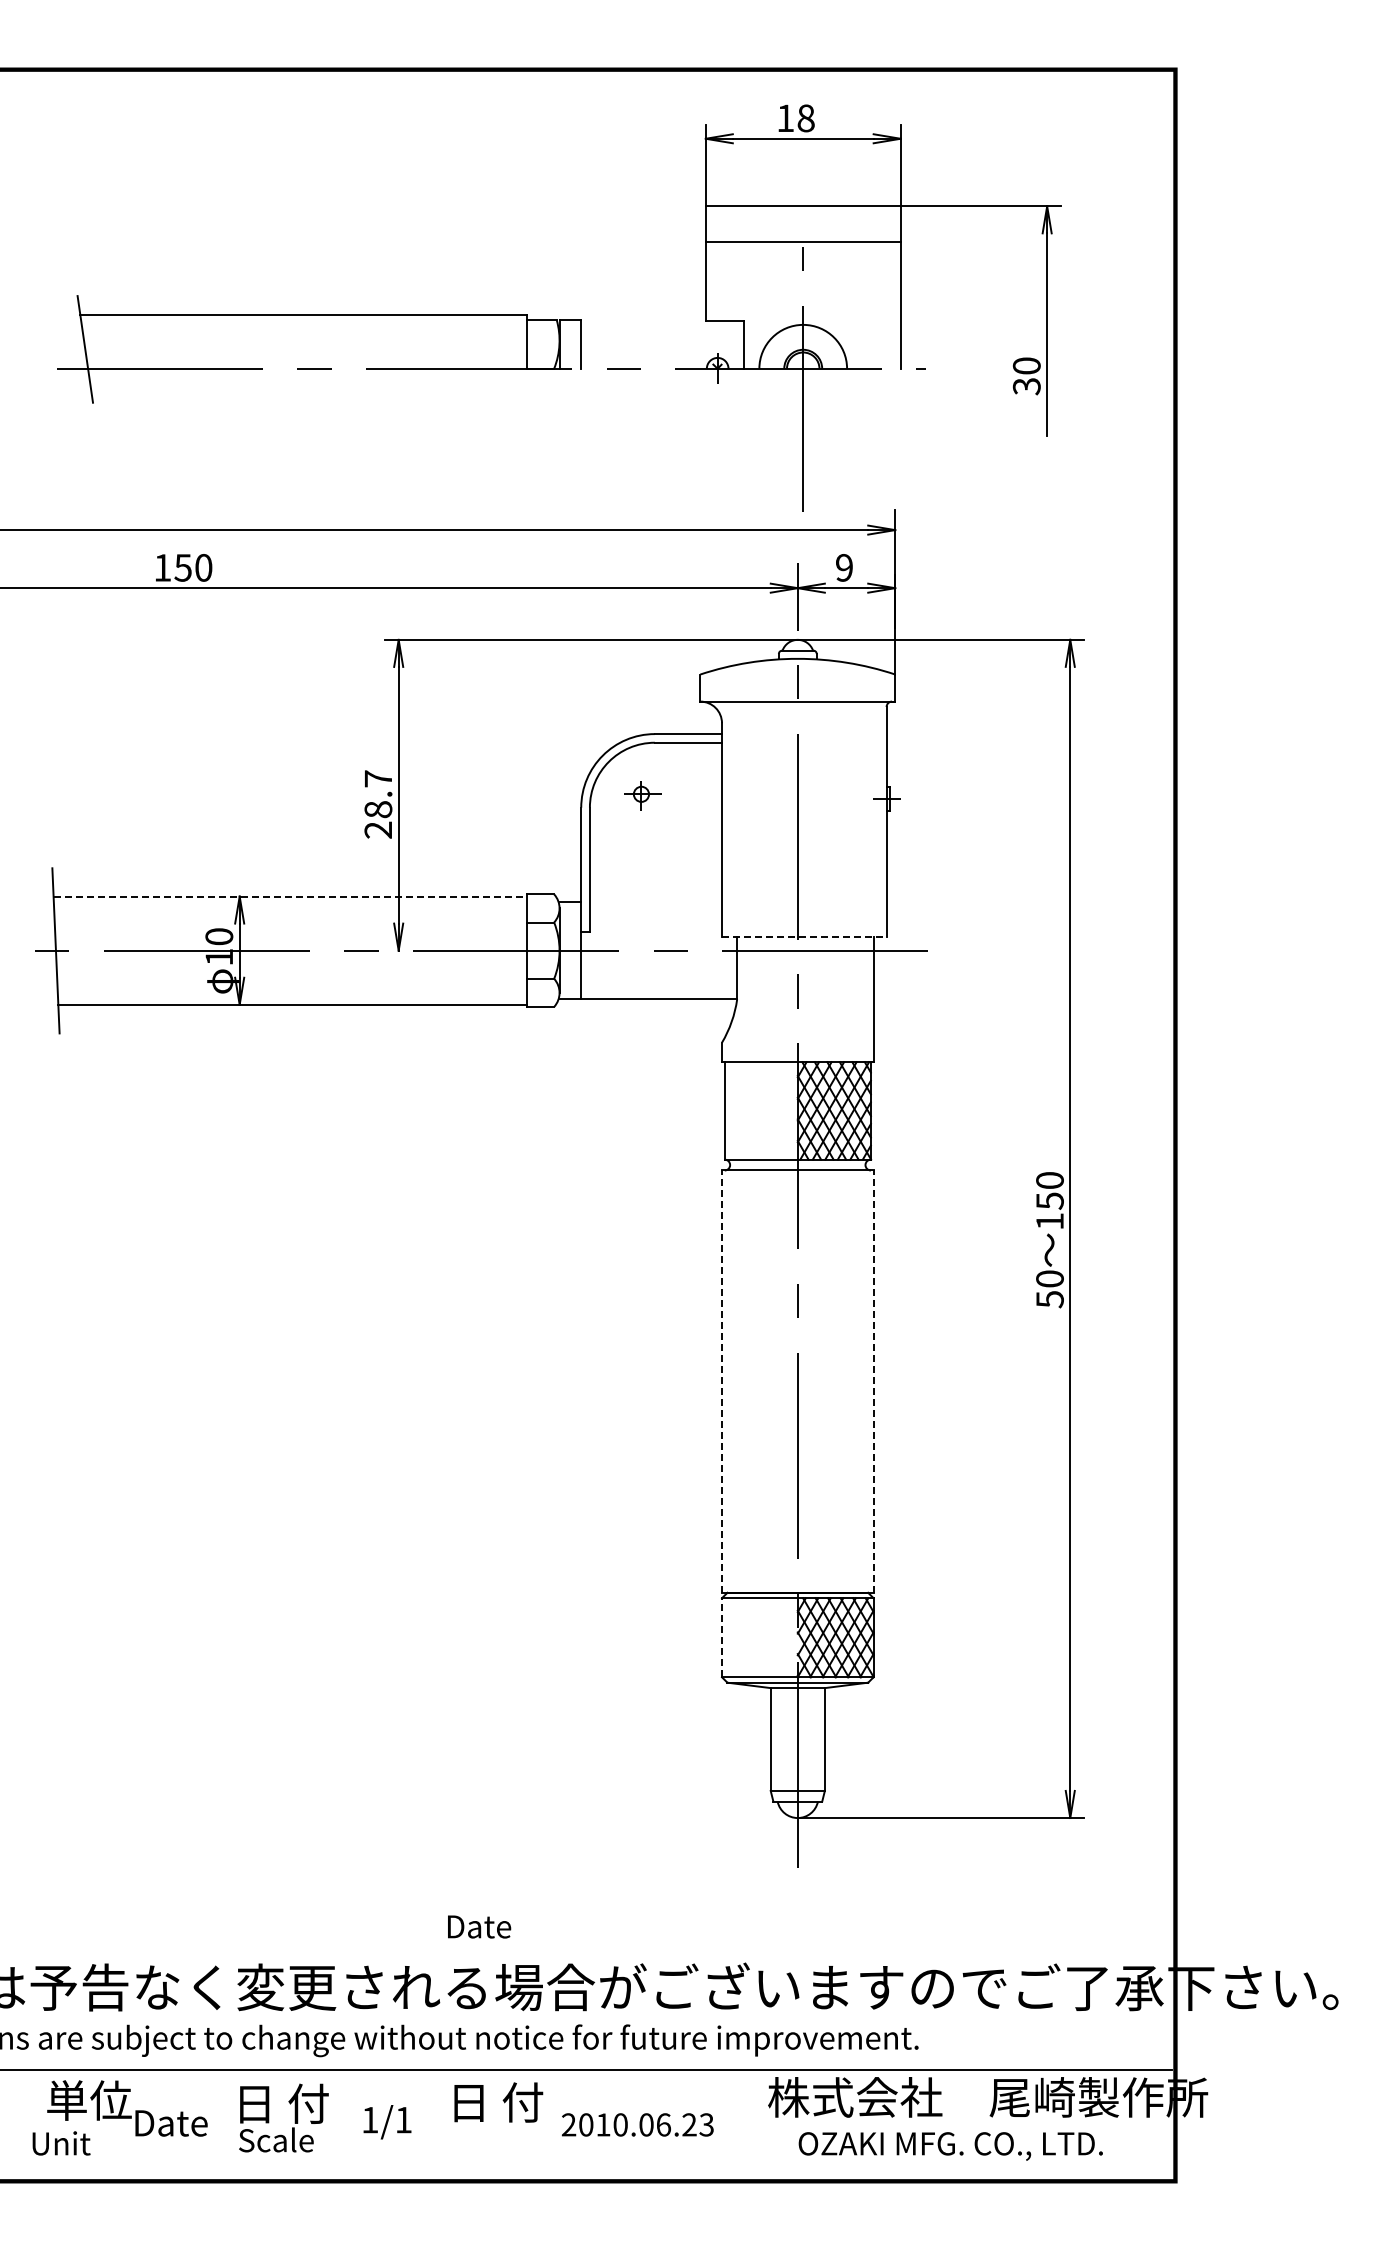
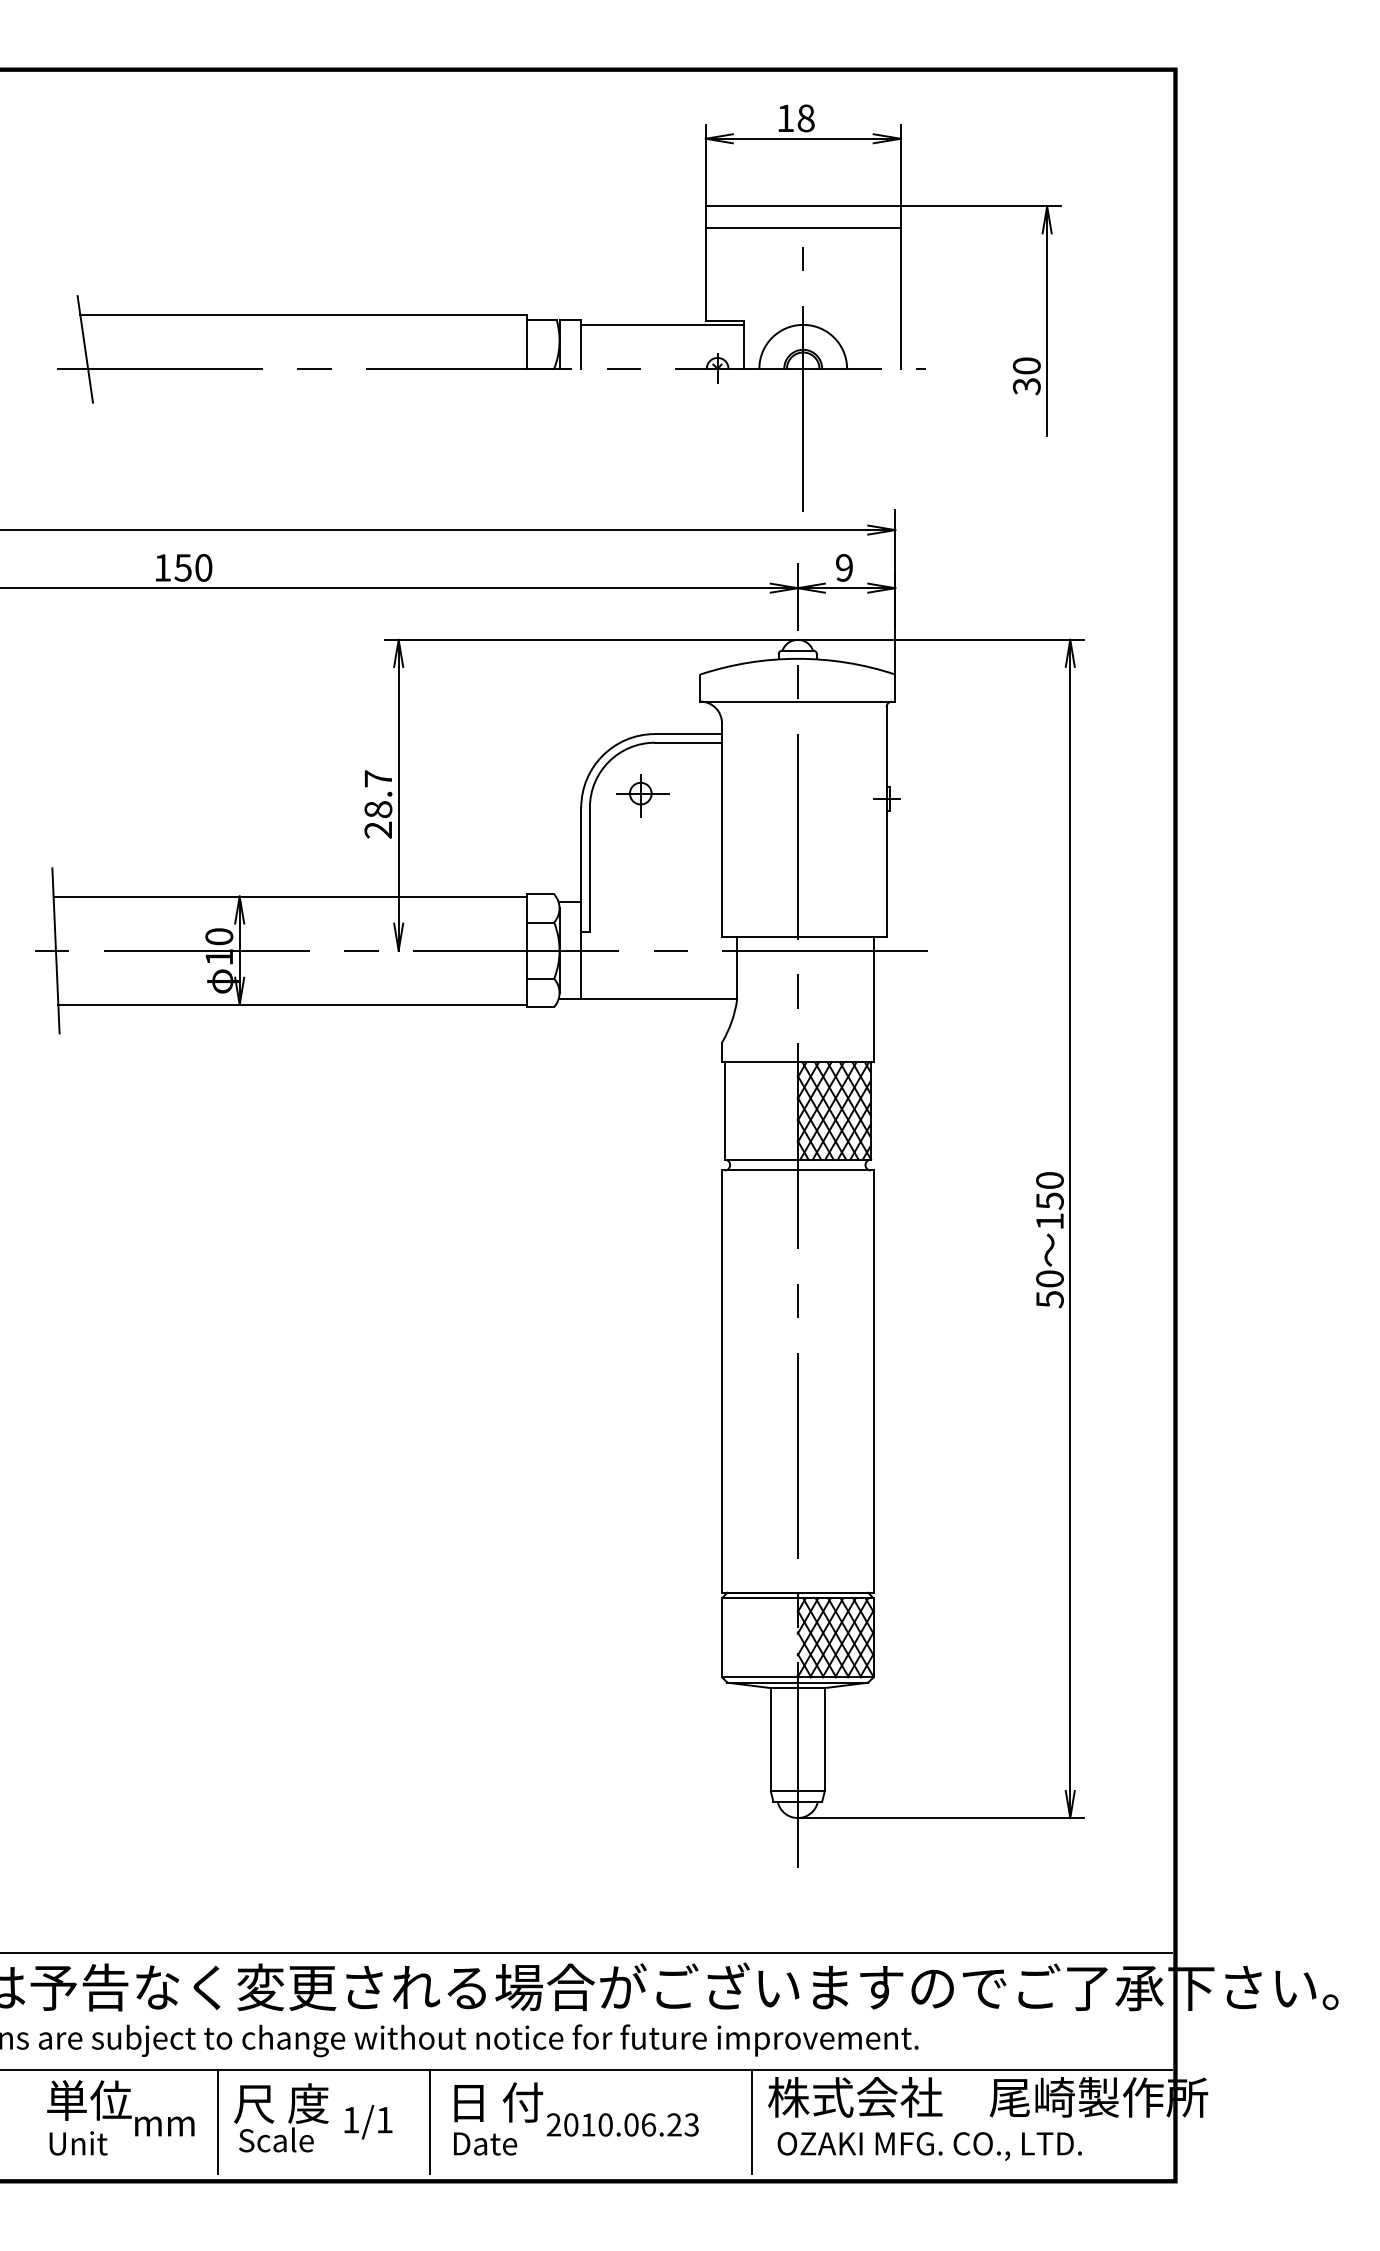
line at (802, 241) position: (802, 241) -> (802, 227)
line at (662, 325): none -> present
part at (642, 795) size: 38x30 px -> 54x44 px
line at (290, 896): dashed -> solid
line at (804, 937): dashed -> solid
line at (722, 1381): dashed -> solid
line at (873, 1381): dashed -> solid
line at (722, 1637): dashed -> solid
text at (479, 1926) position: (479, 1926) -> (485, 2143)
line at (586, 1953): none -> present
text at (281, 2103): 日 付 -> 尺 度
line at (218, 2122): none -> present
text at (387, 2122) position: (387, 2122) -> (368, 2122)
line at (429, 2122): none -> present
line at (751, 2122): none -> present
text at (171, 2123): Date -> mm
text at (637, 2124) position: (637, 2124) -> (622, 2124)
text at (61, 2143) position: (61, 2143) -> (78, 2143)
text at (950, 2146) position: (950, 2146) -> (929, 2146)
